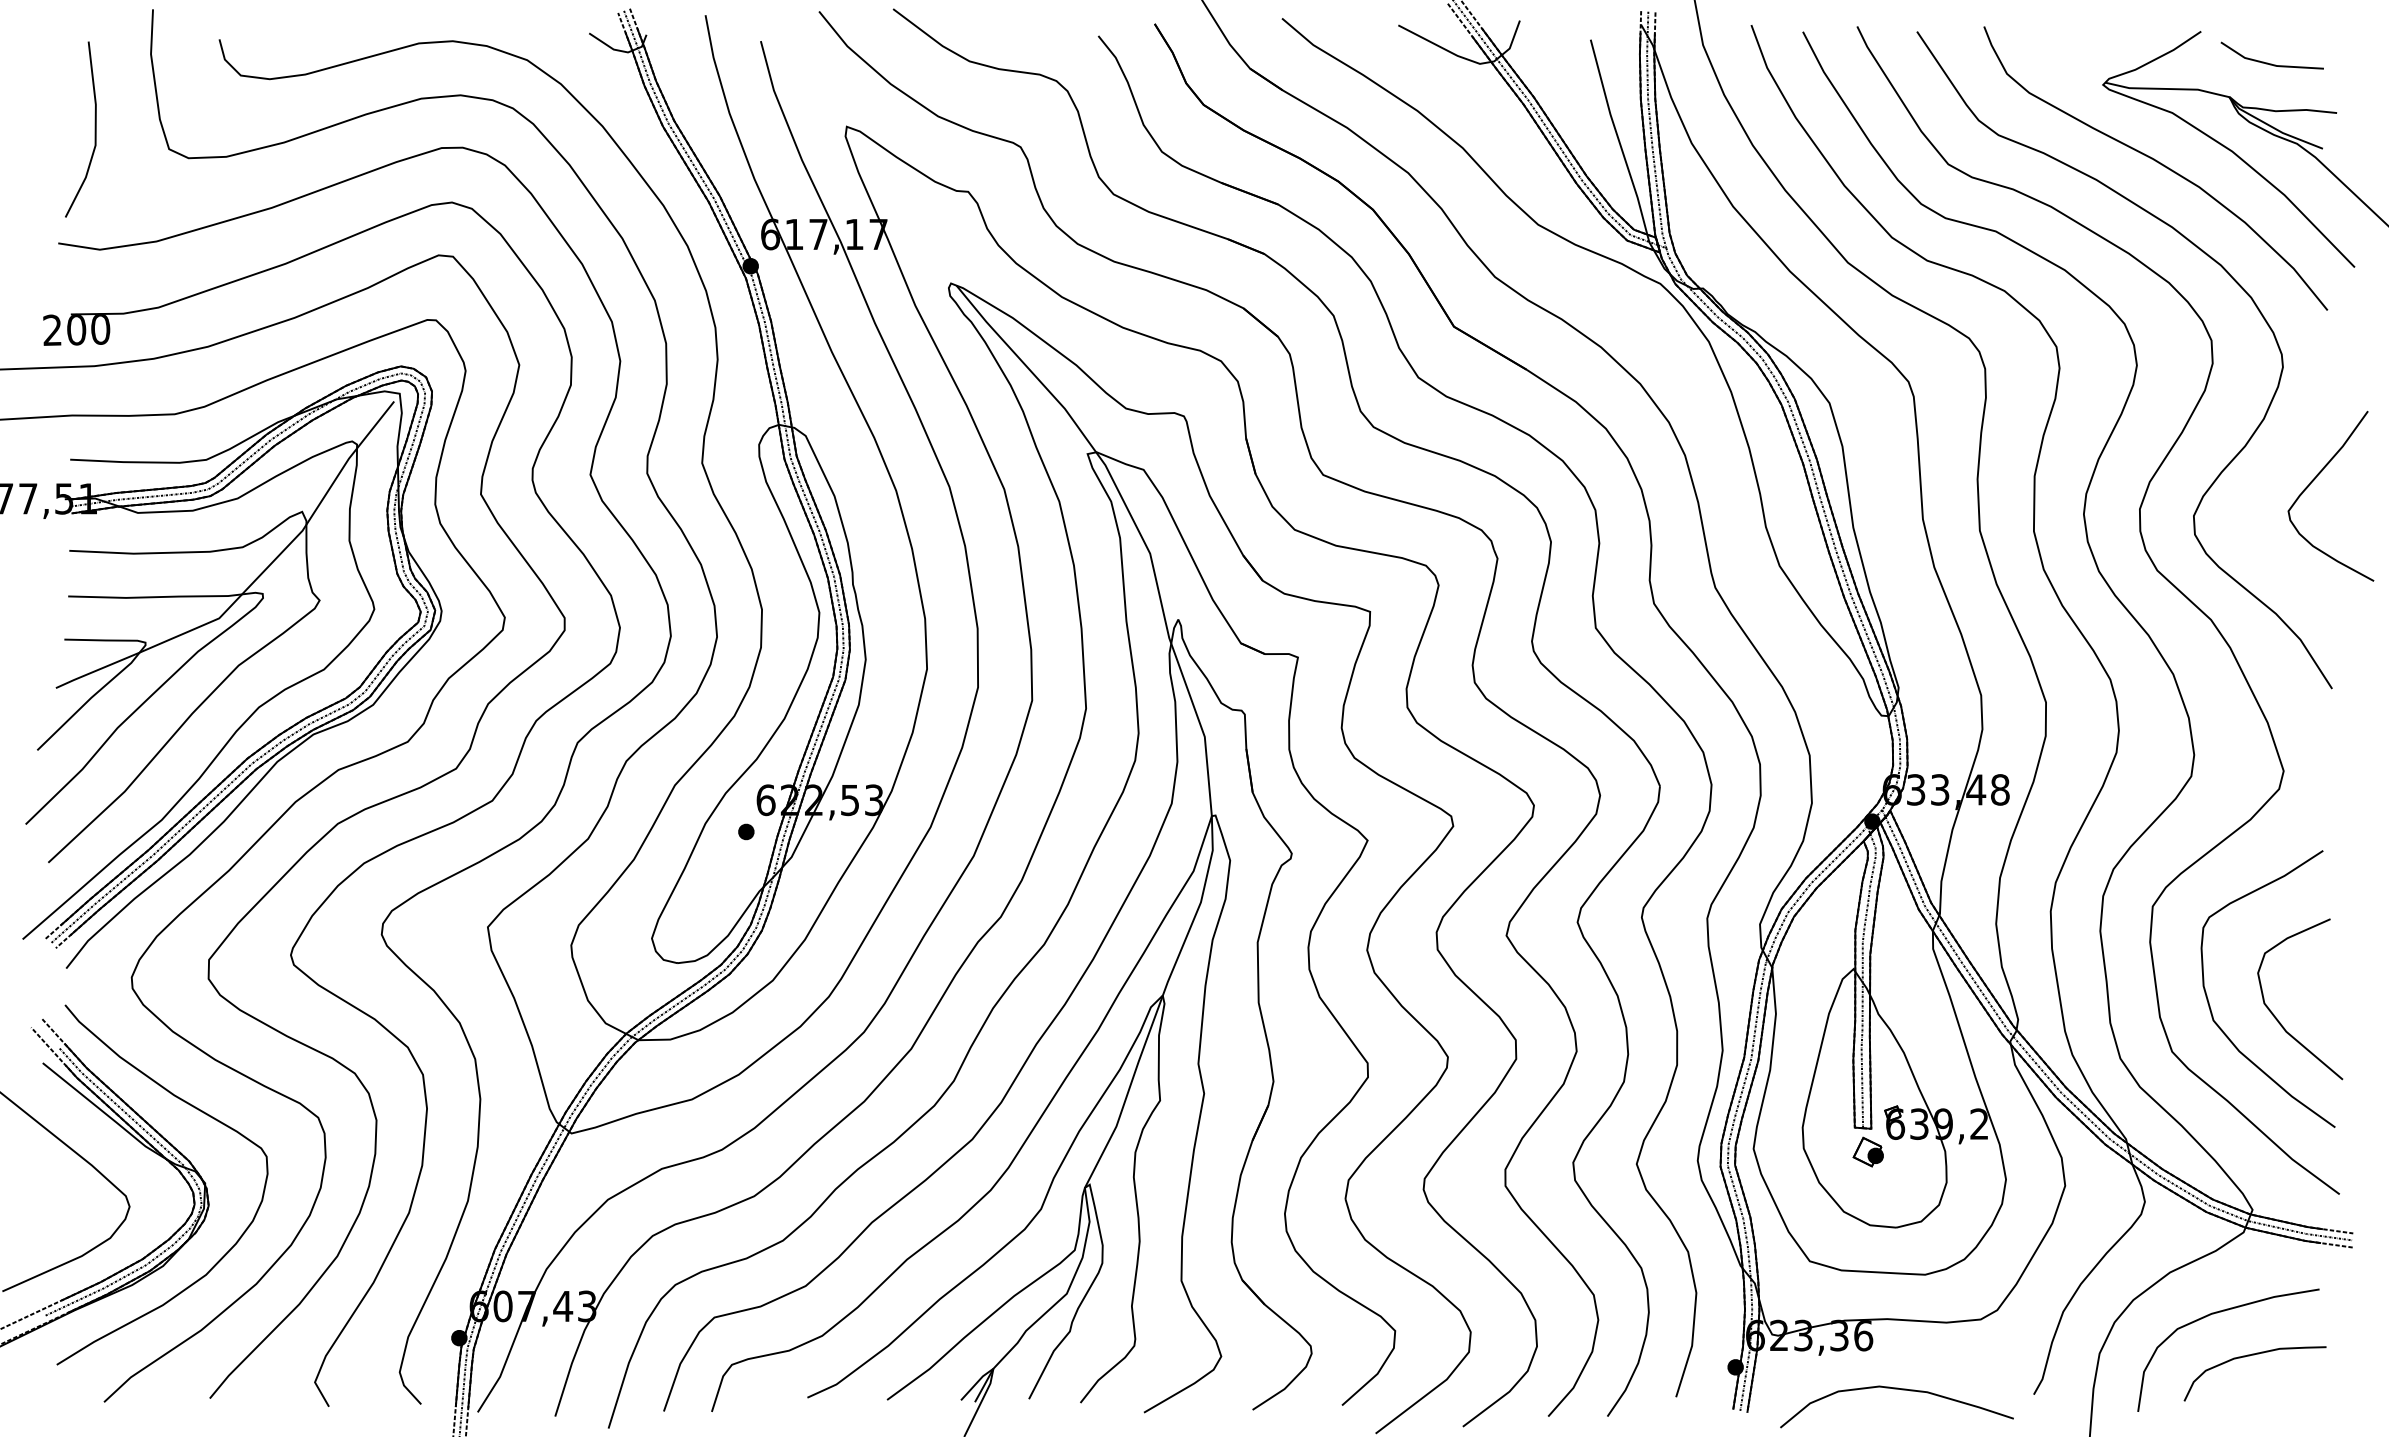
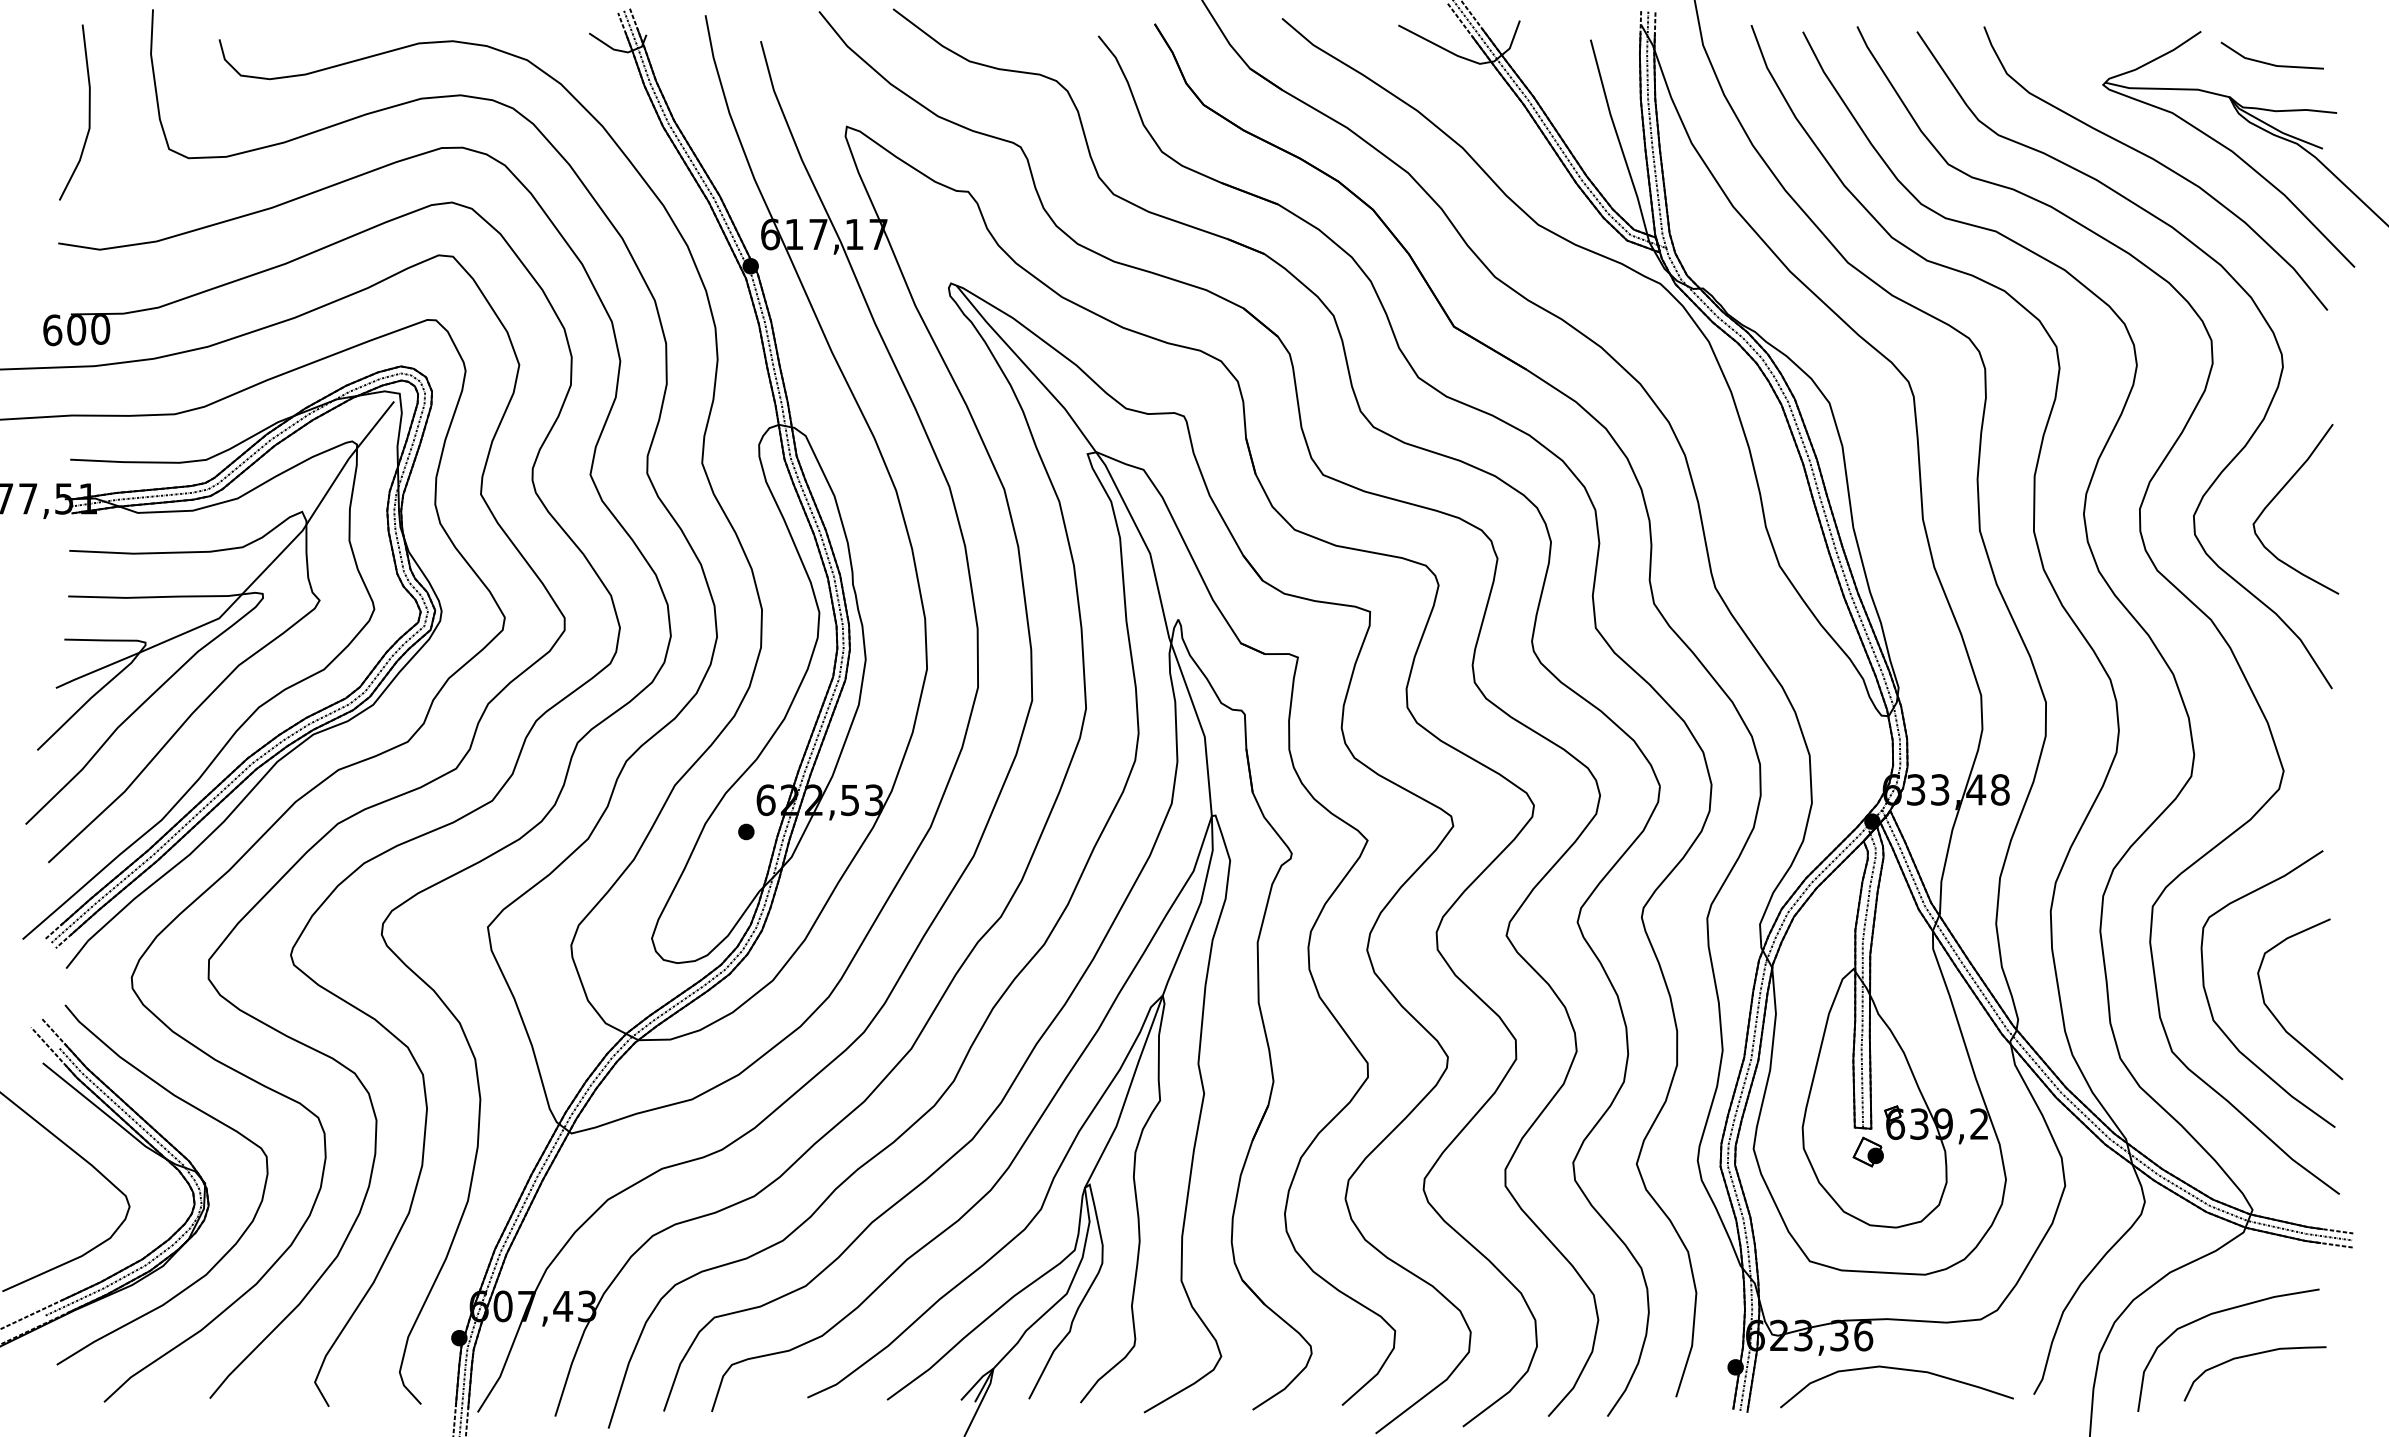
line at (94, 129) position: (94, 129) -> (88, 112)
text at (52, 330): 200 -> 600
curve at (2315, 479) position: (2315, 479) -> (2280, 492)
curve at (1901, 1390) position: (1901, 1390) -> (1901, 1370)
